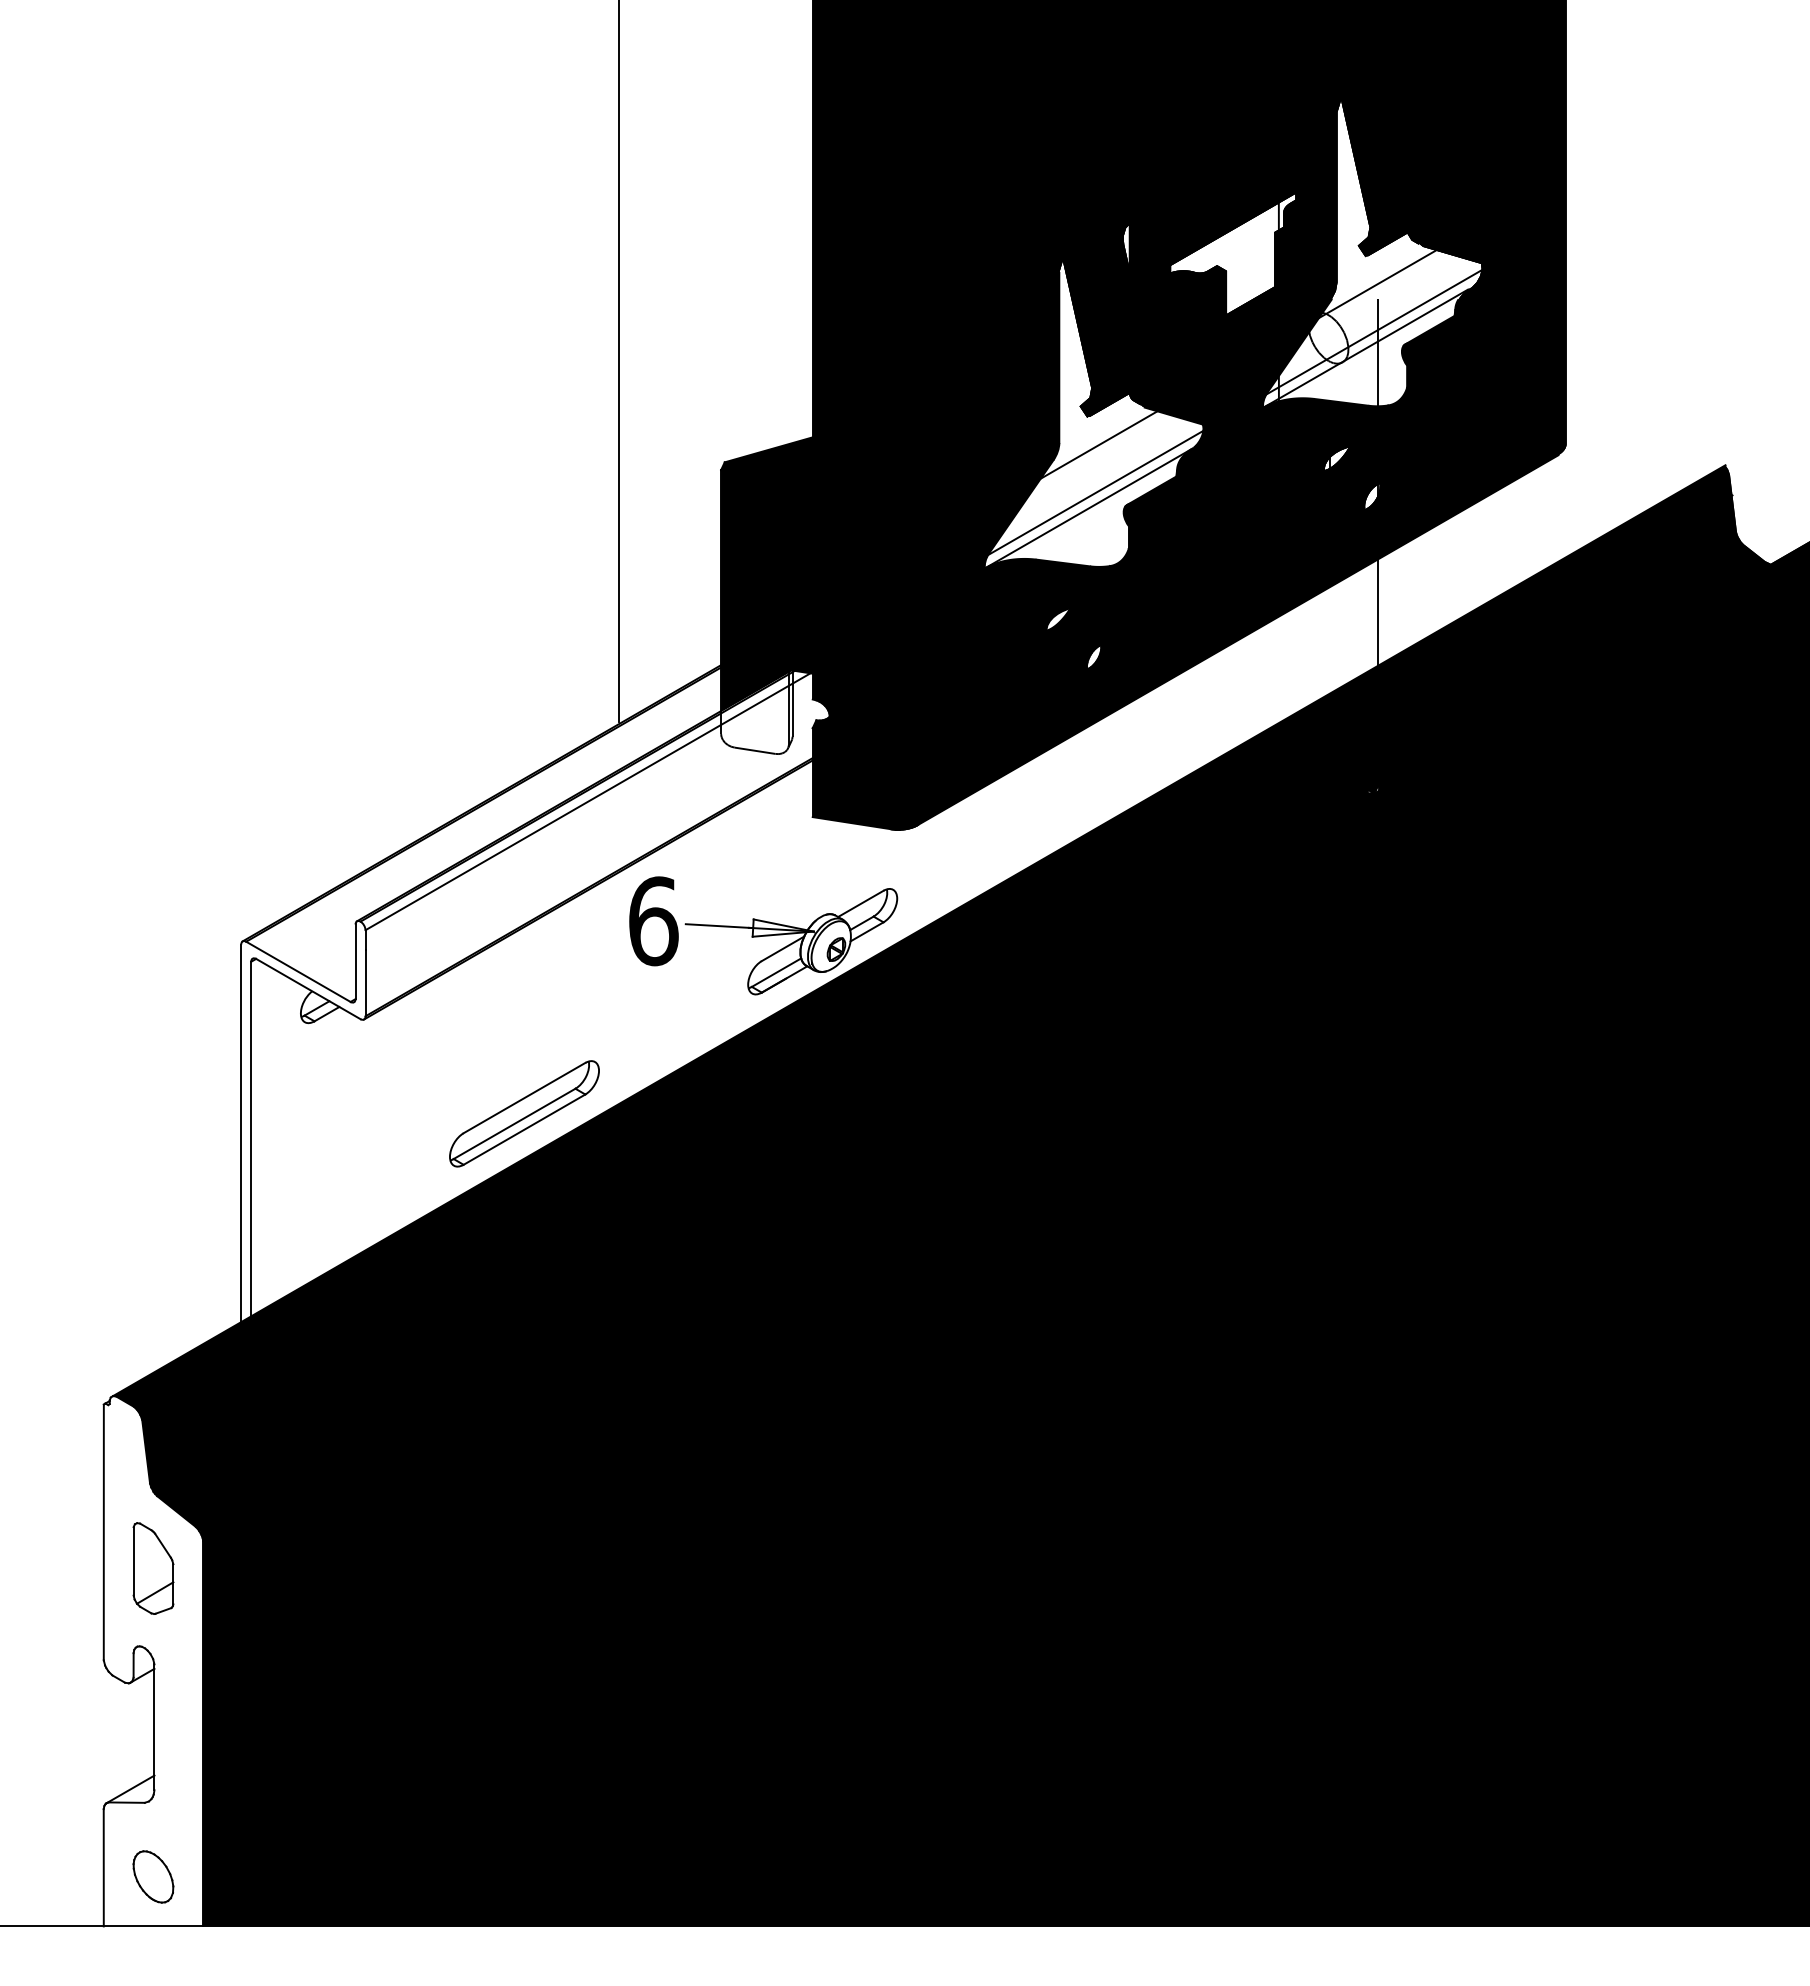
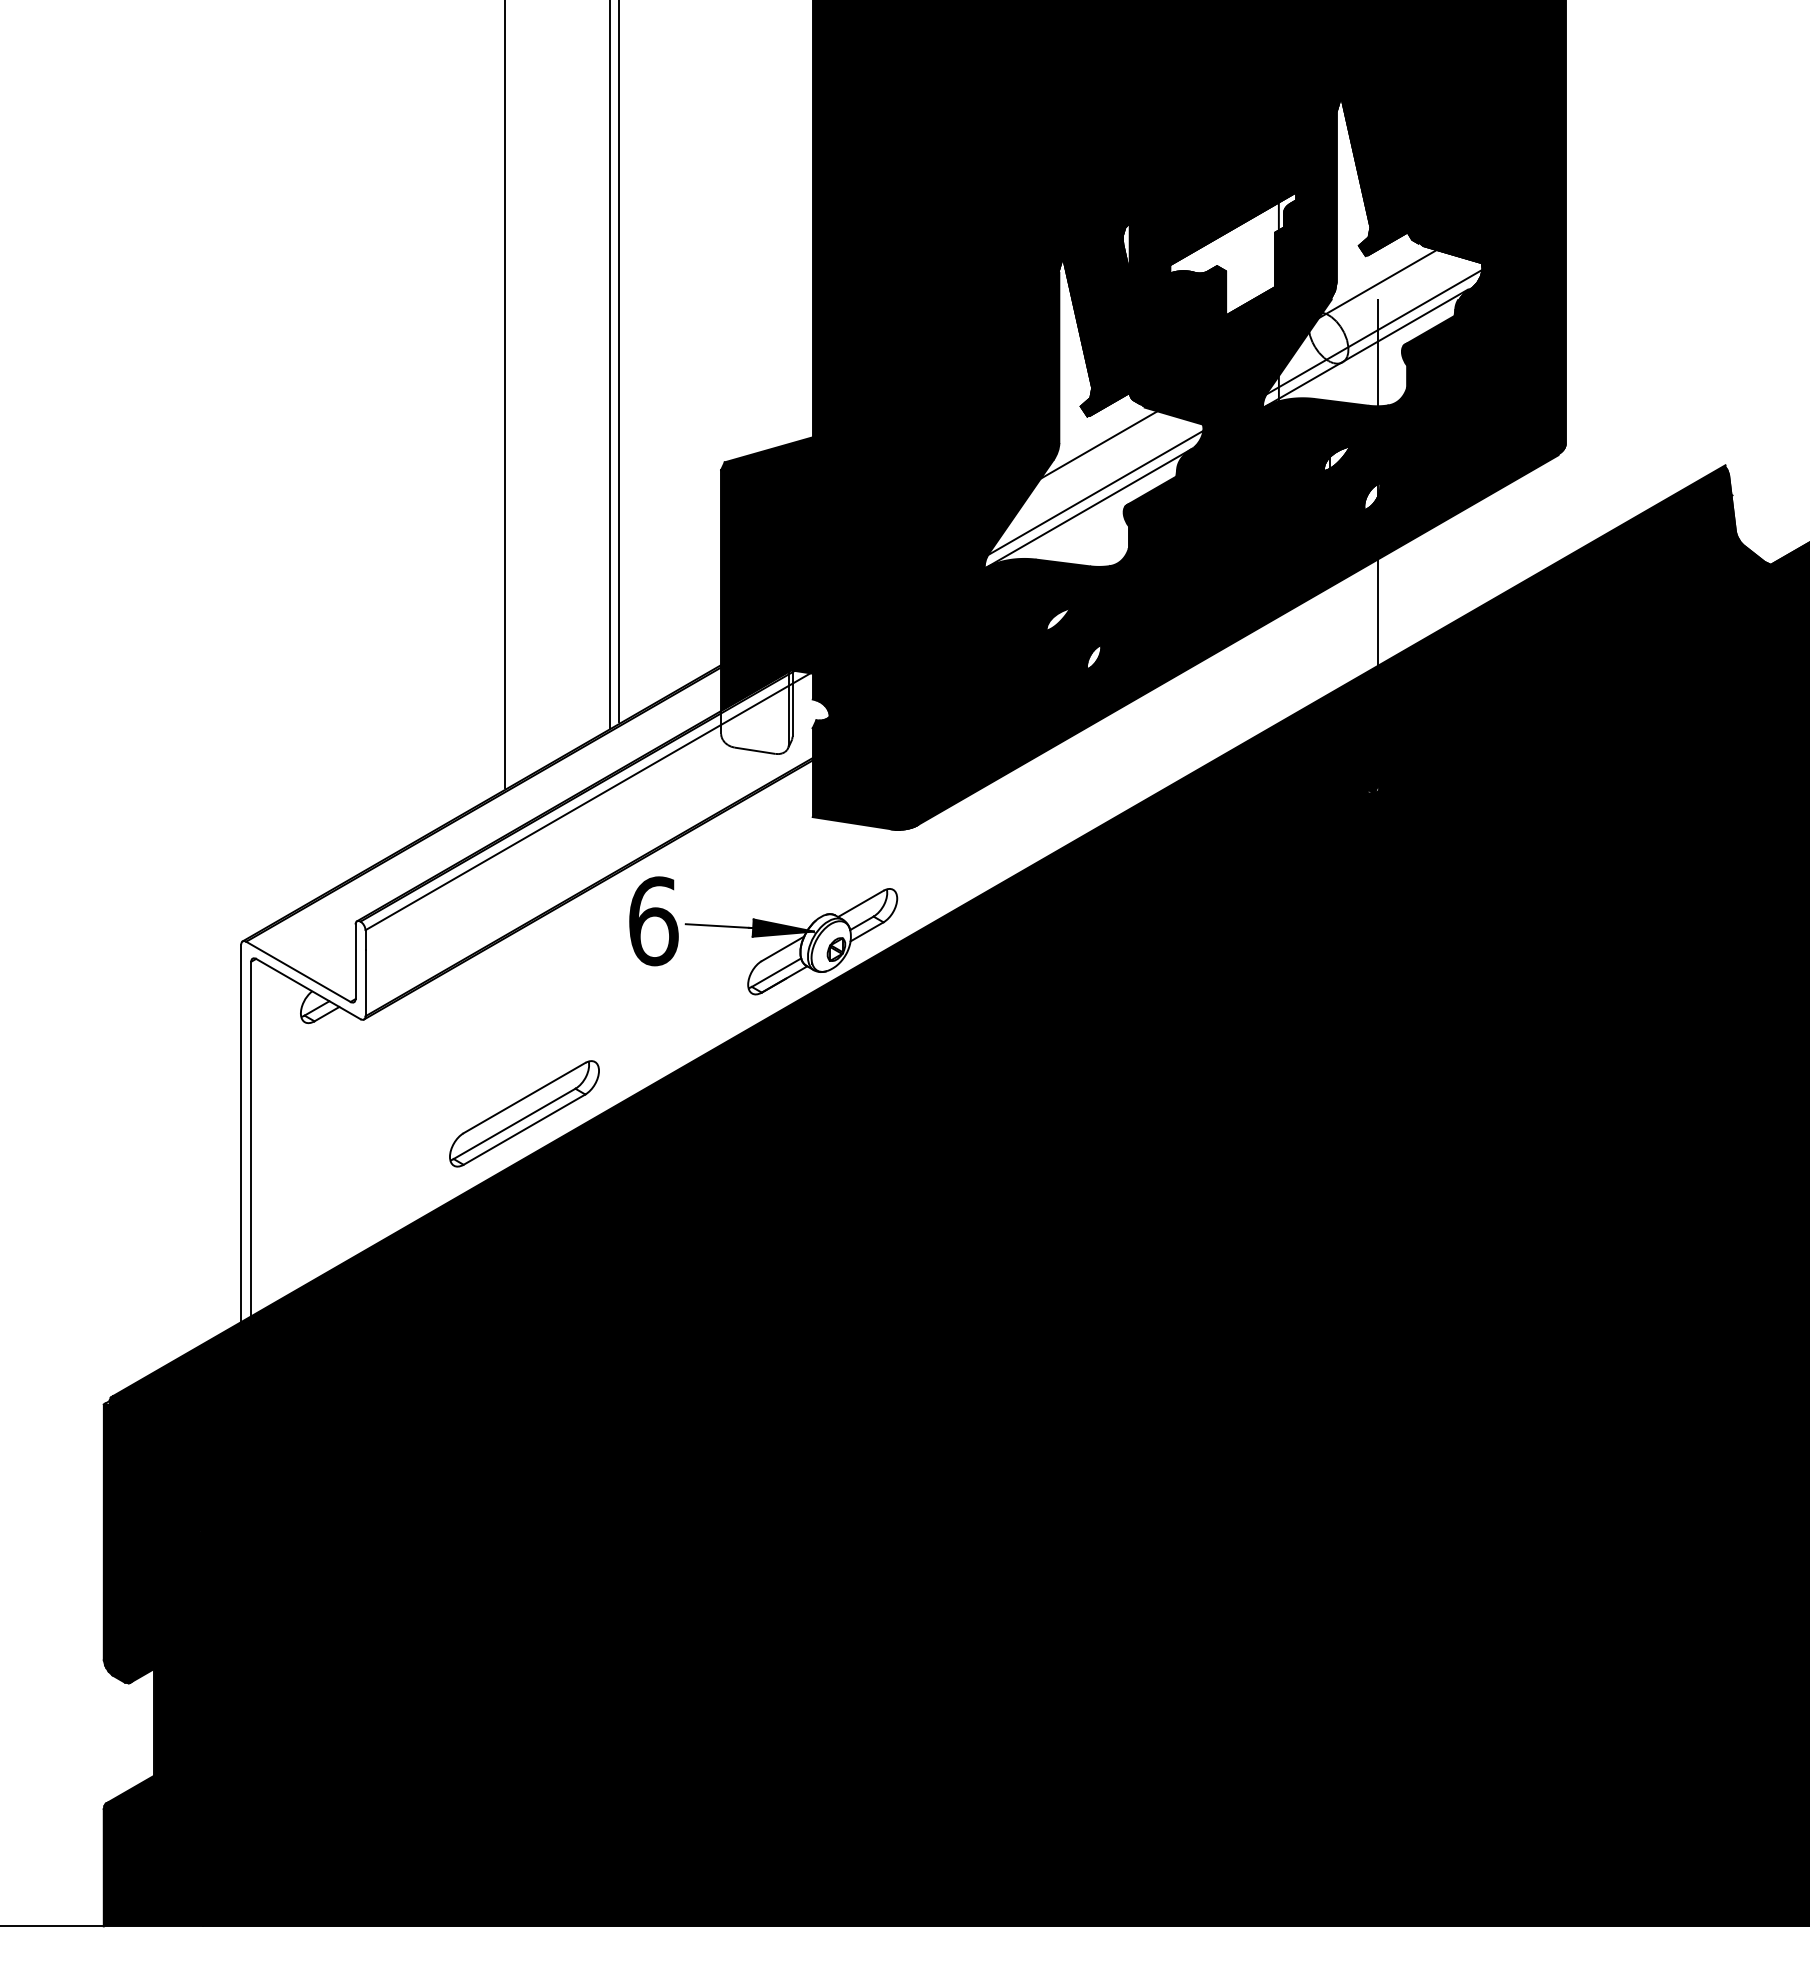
line at (609, 364): none -> present
line at (505, 394): none -> present
fill at (782, 927): none -> present
fill at (153, 1661): none -> present
